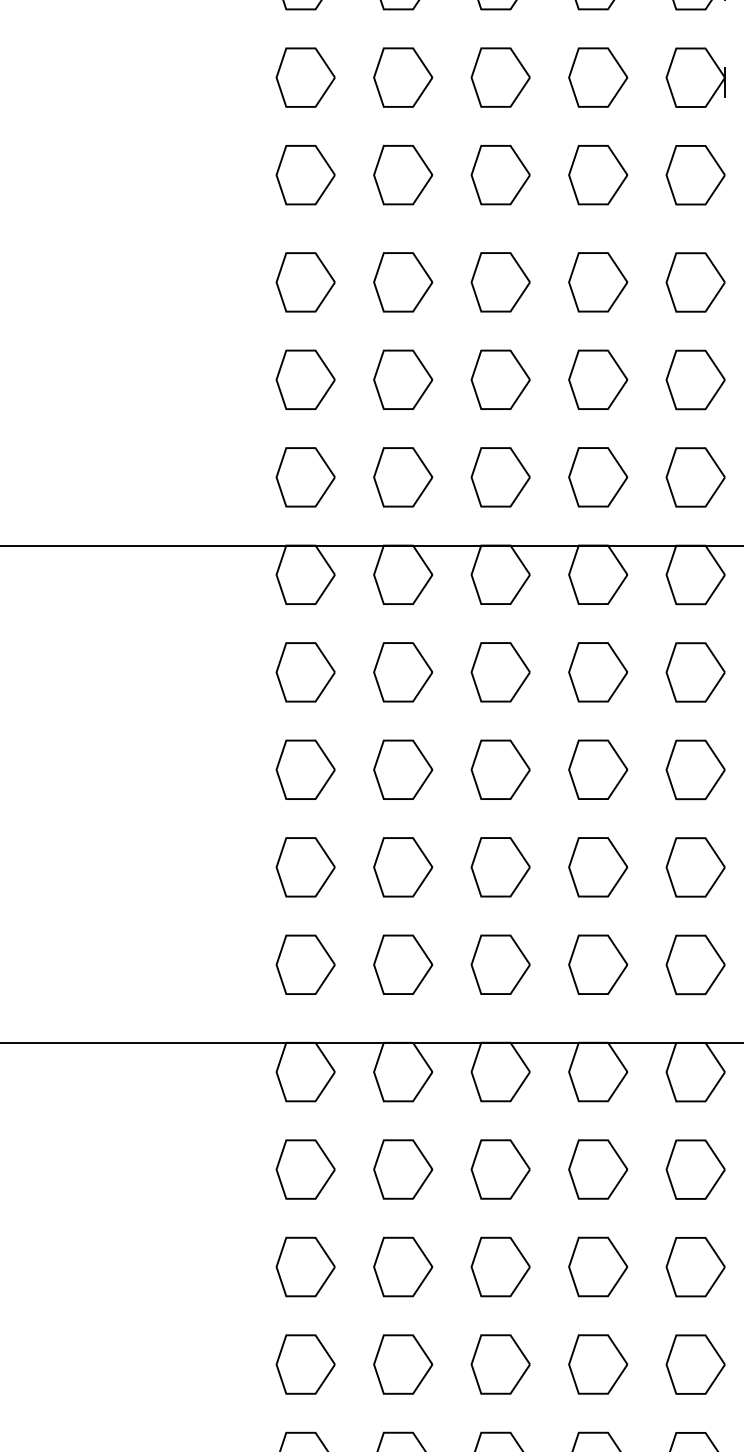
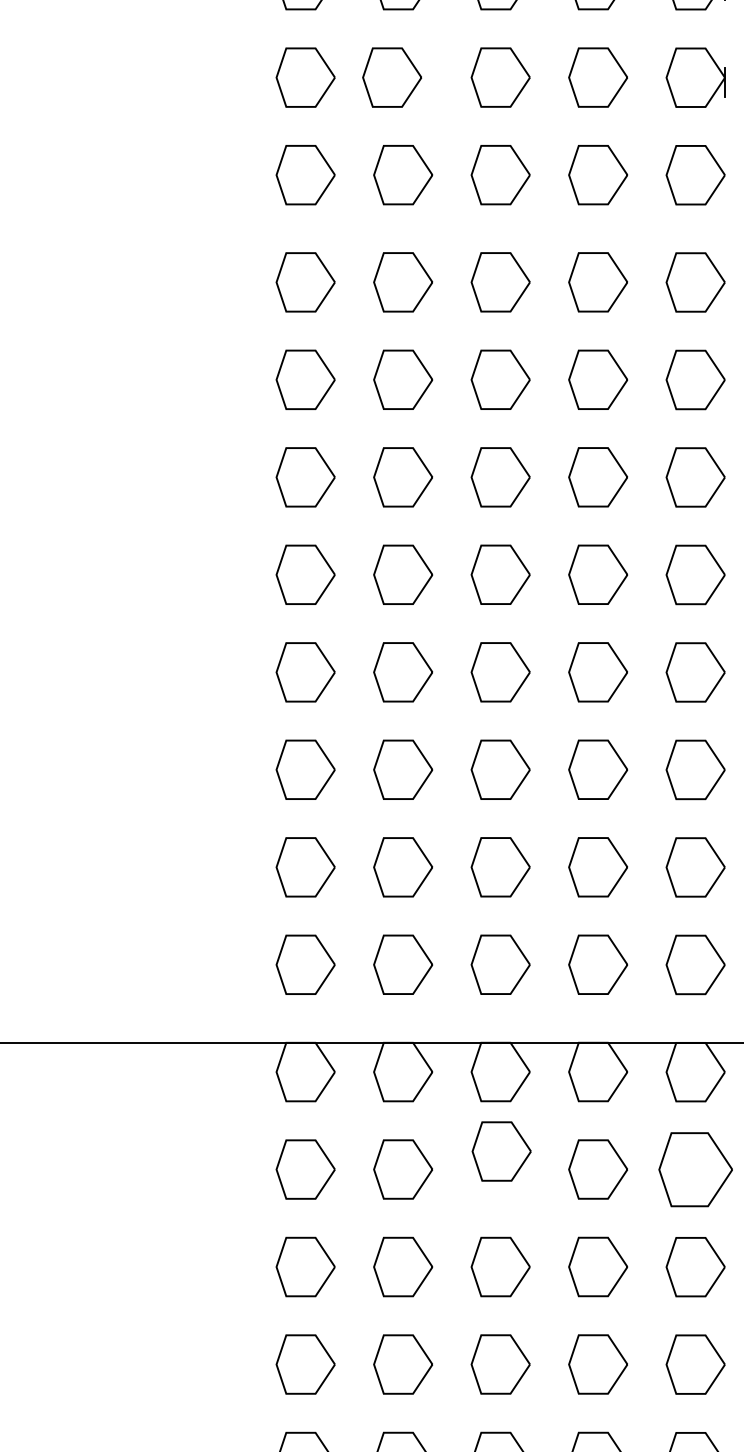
part at (403, 77) position: (403, 77) -> (392, 77)
line at (371, 545): present -> none
part at (500, 1169) position: (500, 1169) -> (501, 1151)
part at (695, 1169) size: 61x61 px -> 75x76 px
